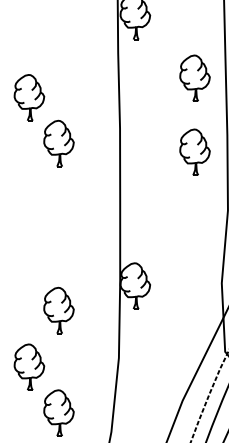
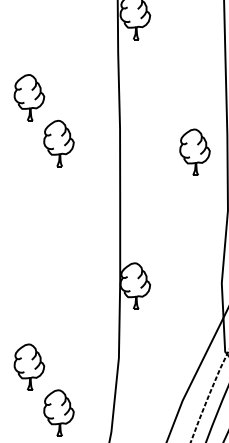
part at (194, 77): present -> none
part at (58, 310): present -> none
